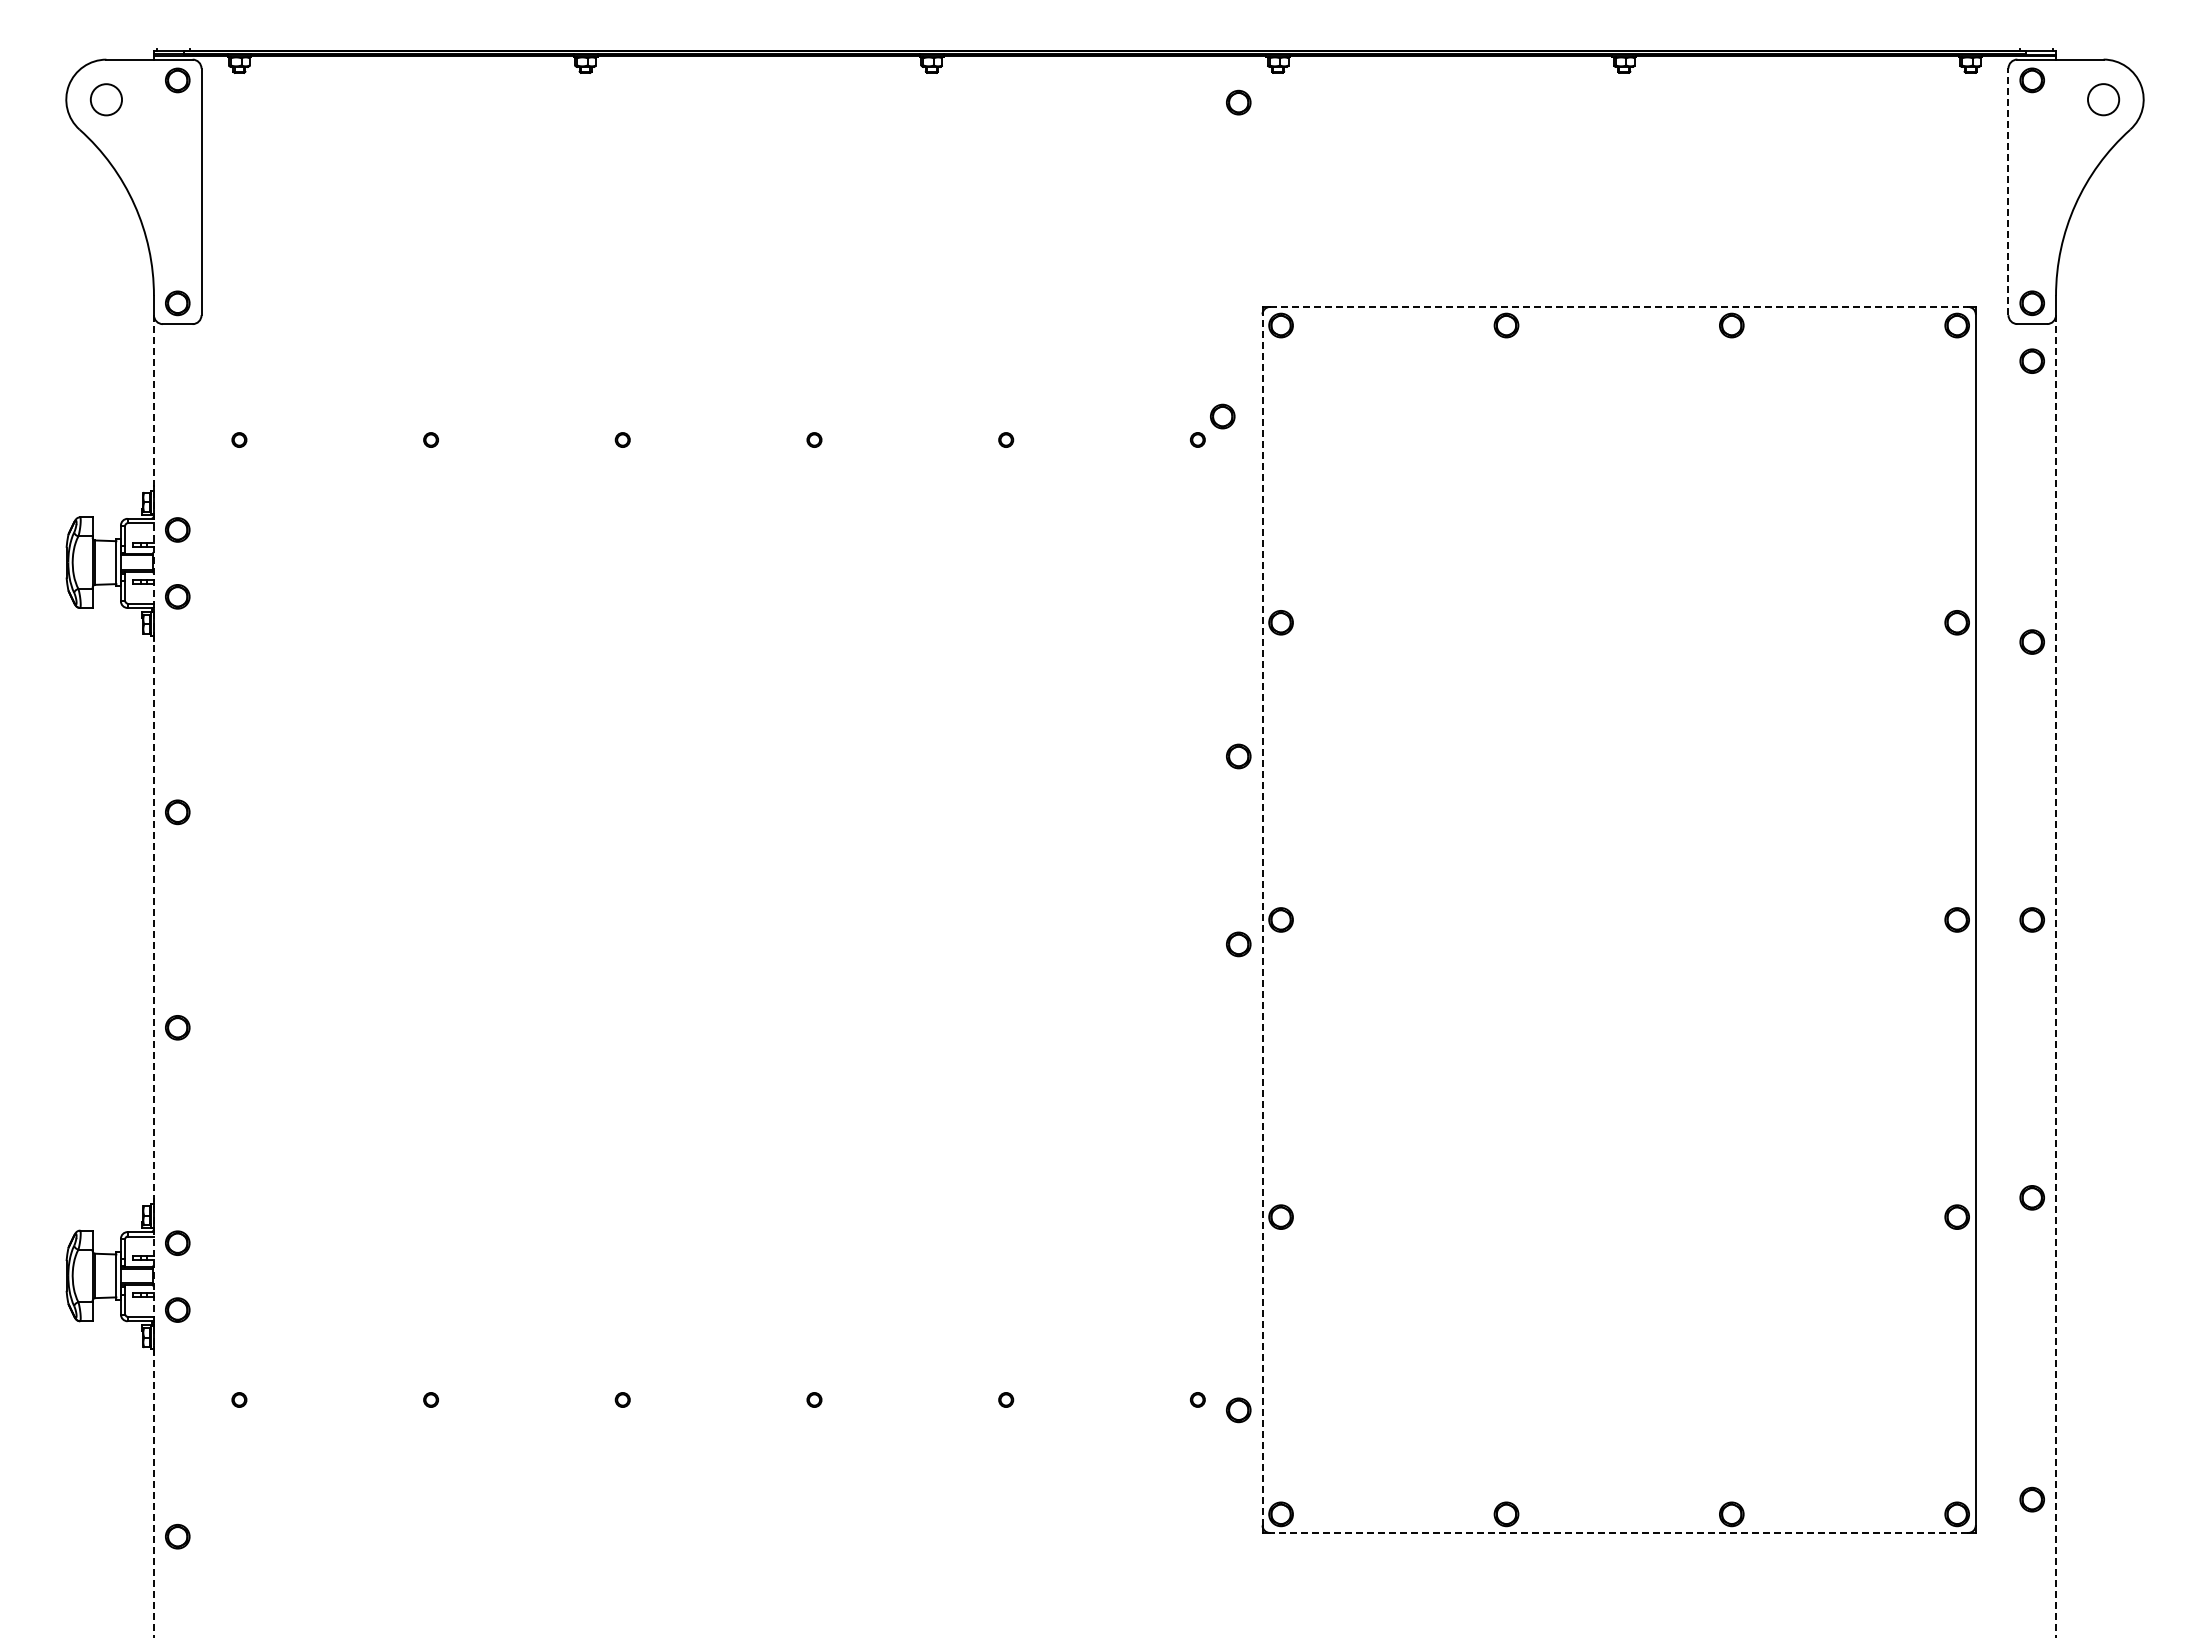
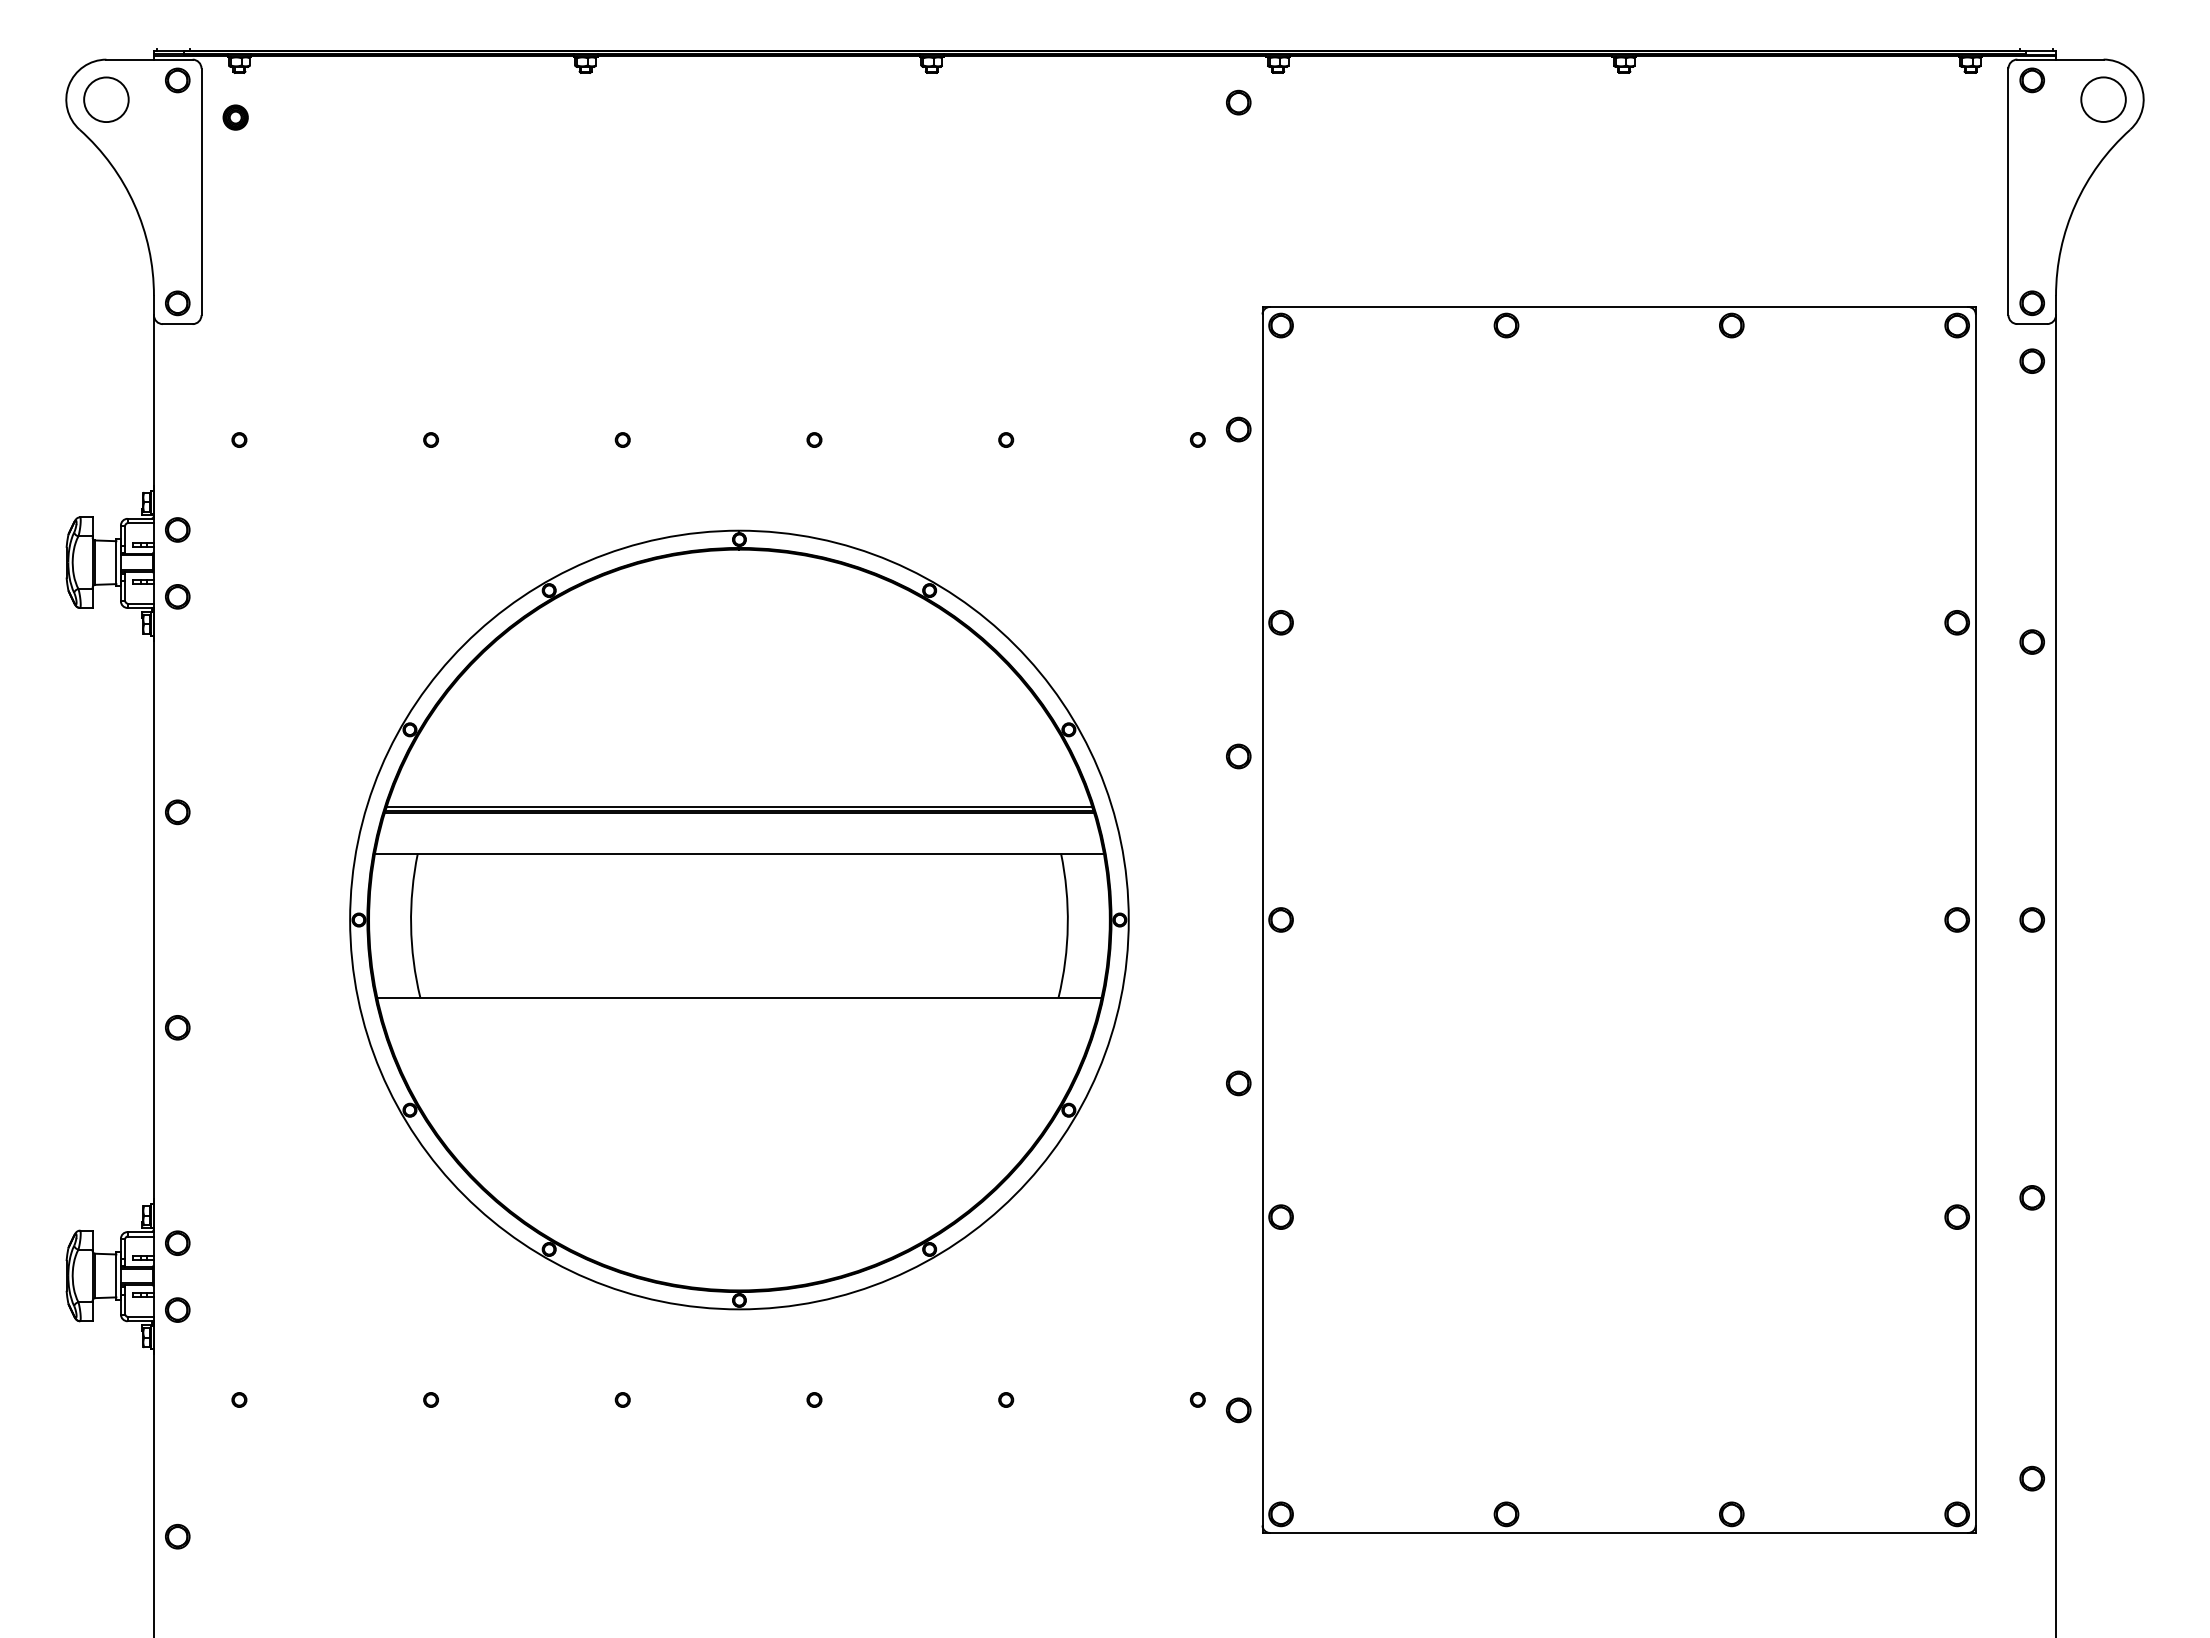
circle at (106, 99) diameter: 31 px -> 45 px
circle at (2103, 99) diameter: 31 px -> 45 px
part at (235, 117): none -> present
line at (2008, 191): dashed -> solid
line at (1619, 307): dashed -> solid
part at (1222, 416) position: (1222, 416) -> (1238, 429)
part at (739, 919): none -> present
line at (1262, 919): dashed -> solid
part at (1238, 944) position: (1238, 944) -> (1238, 1083)
line at (2056, 976): dashed -> solid
line at (153, 977): dashed -> solid
part at (2031, 1499) position: (2031, 1499) -> (2031, 1478)
line at (1618, 1532): dashed -> solid
